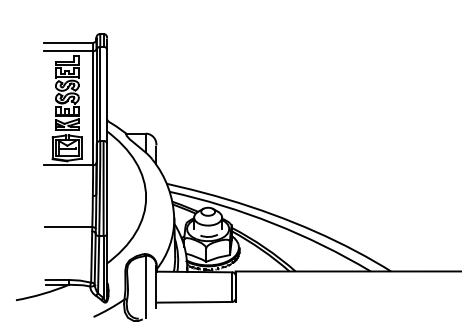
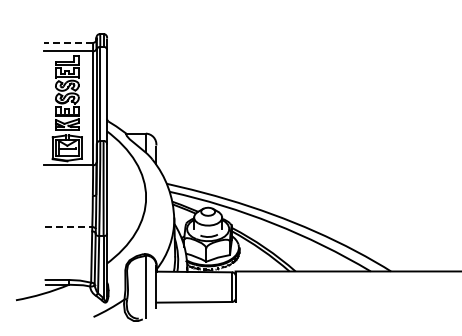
line at (68, 42): solid -> dashed
line at (68, 227): solid -> dashed
